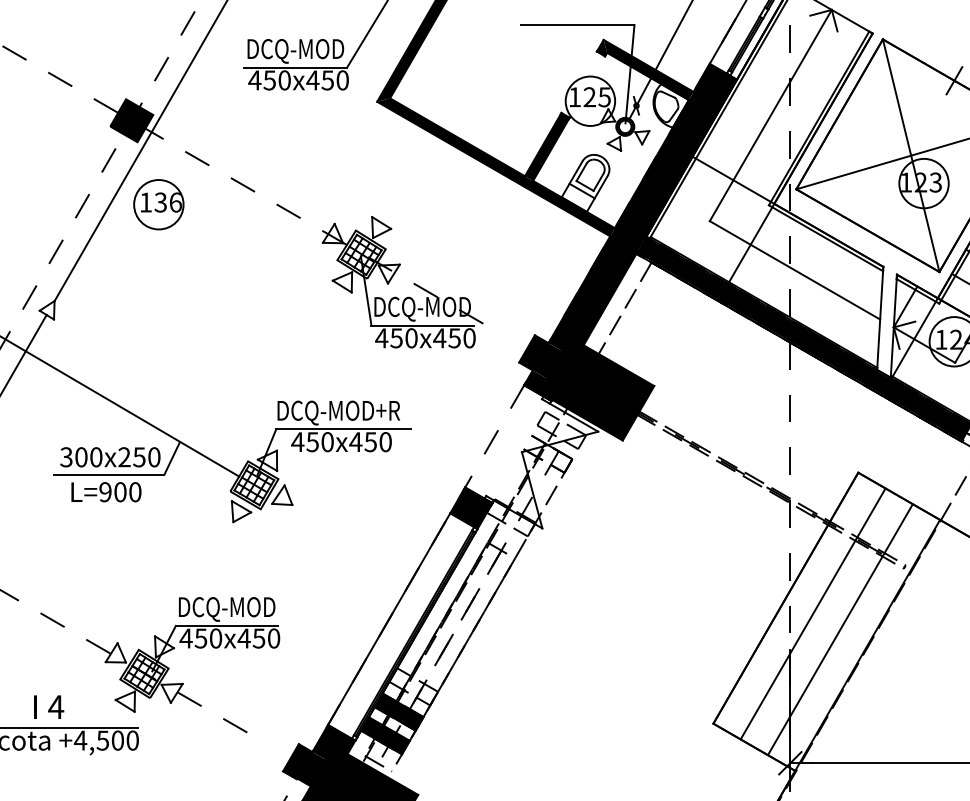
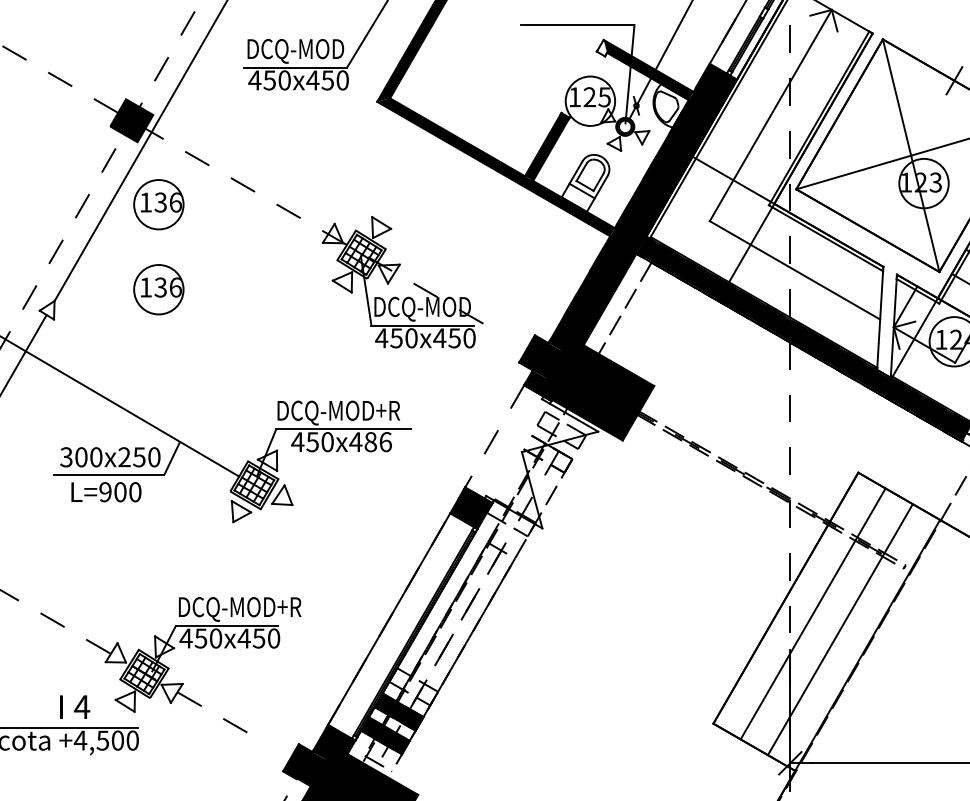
fill at (601, 47): present -> none
part at (158, 289): none -> present
text at (377, 442): 450x450 -> 450x486
text at (289, 606): DCQ-MOD -> DCQ-MOD+R
text at (49, 706) position: (49, 706) -> (75, 706)
